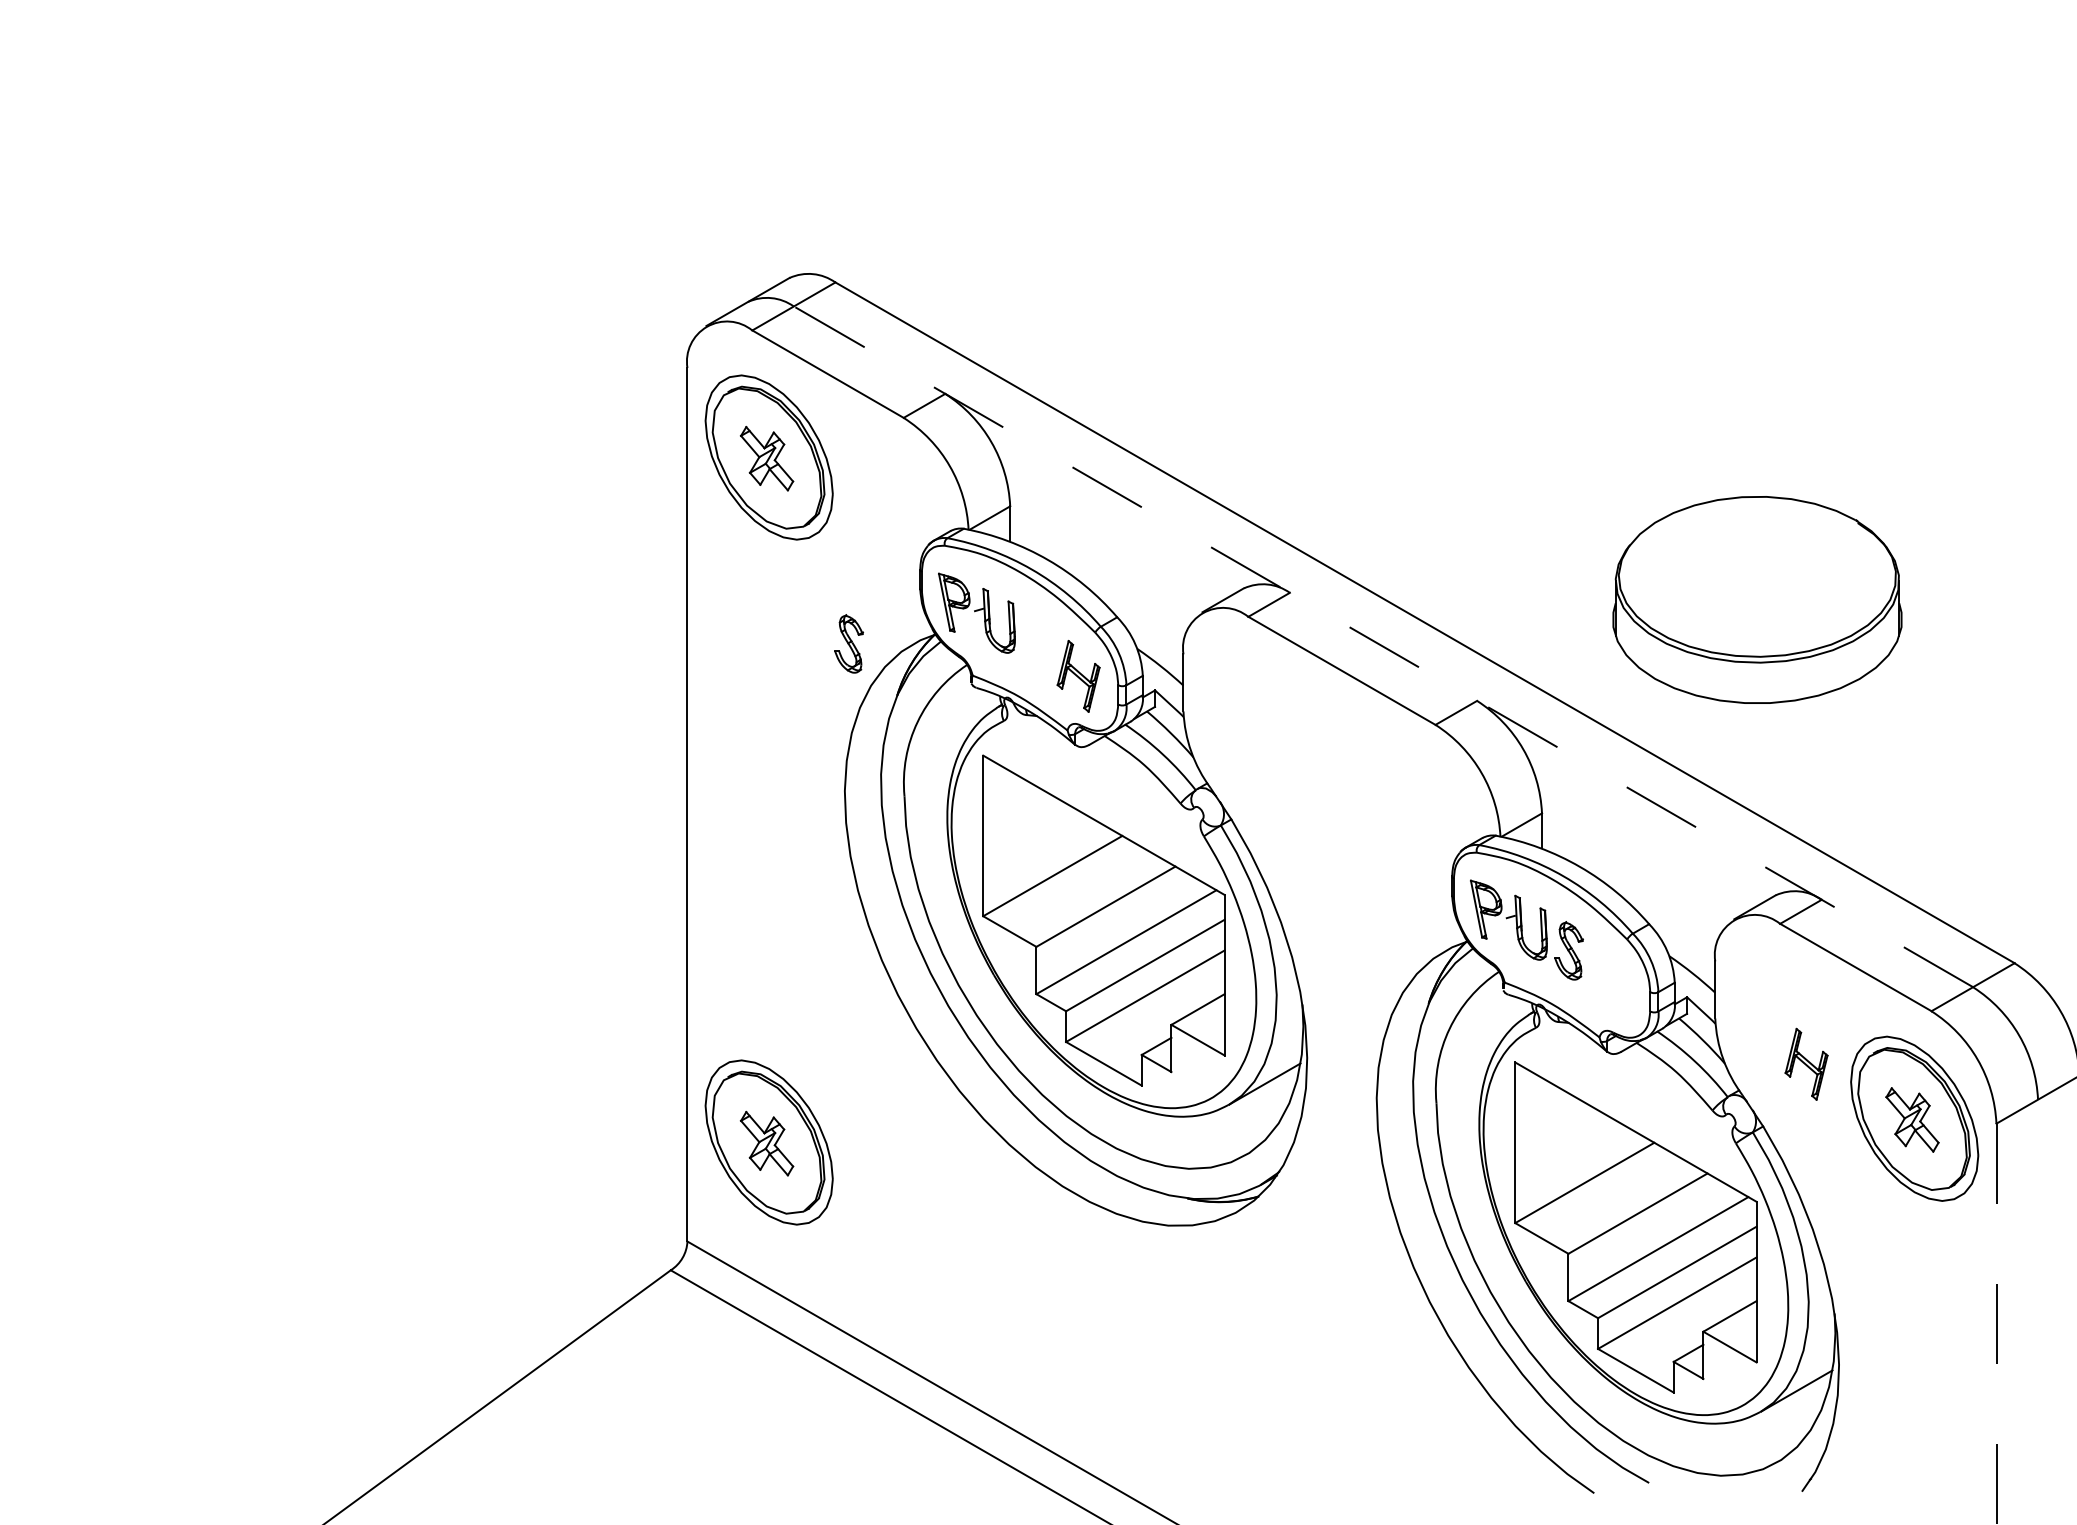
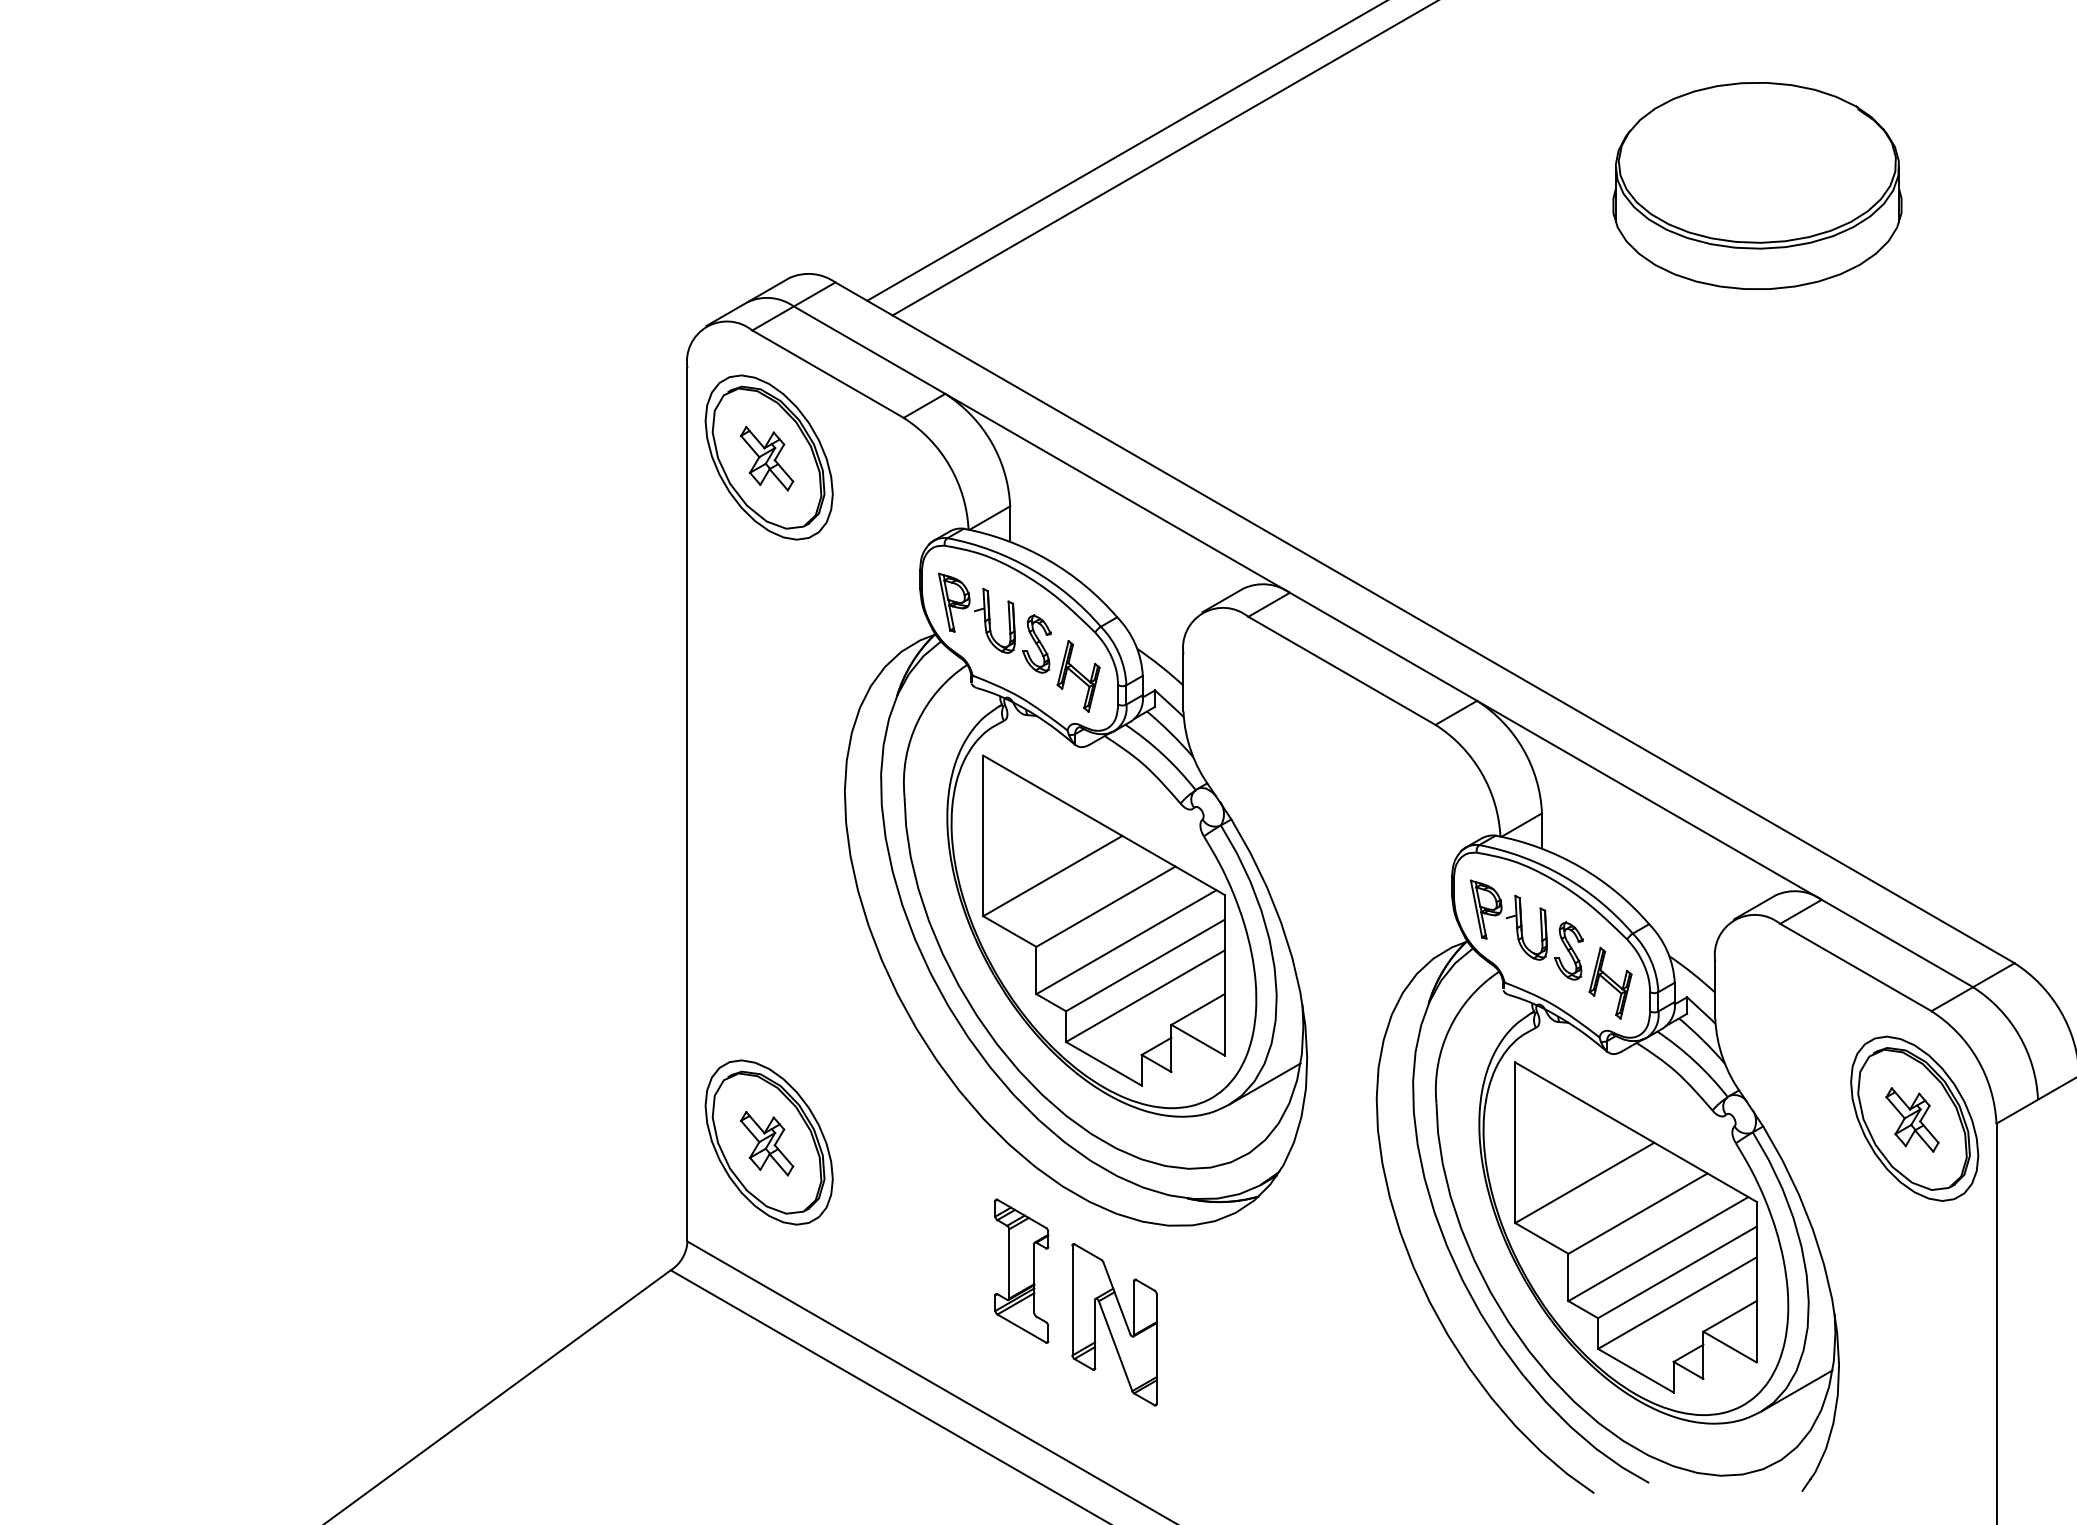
line at (1125, 151): none -> present
line at (1163, 158): none -> present
part at (1757, 599) position: (1757, 599) -> (1757, 185)
part at (848, 643) position: (848, 643) -> (1036, 643)
line at (1383, 646): dashed -> solid
part at (1806, 1063) position: (1806, 1063) -> (1610, 982)
part at (1021, 1270): none -> present
part at (1114, 1324): none -> present
line at (1996, 1324): dashed -> solid
